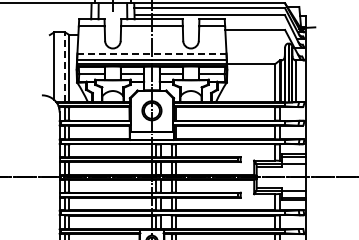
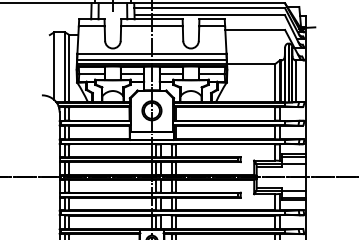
line at (151, 53): dashed -> solid
line at (64, 67): dashed -> solid
